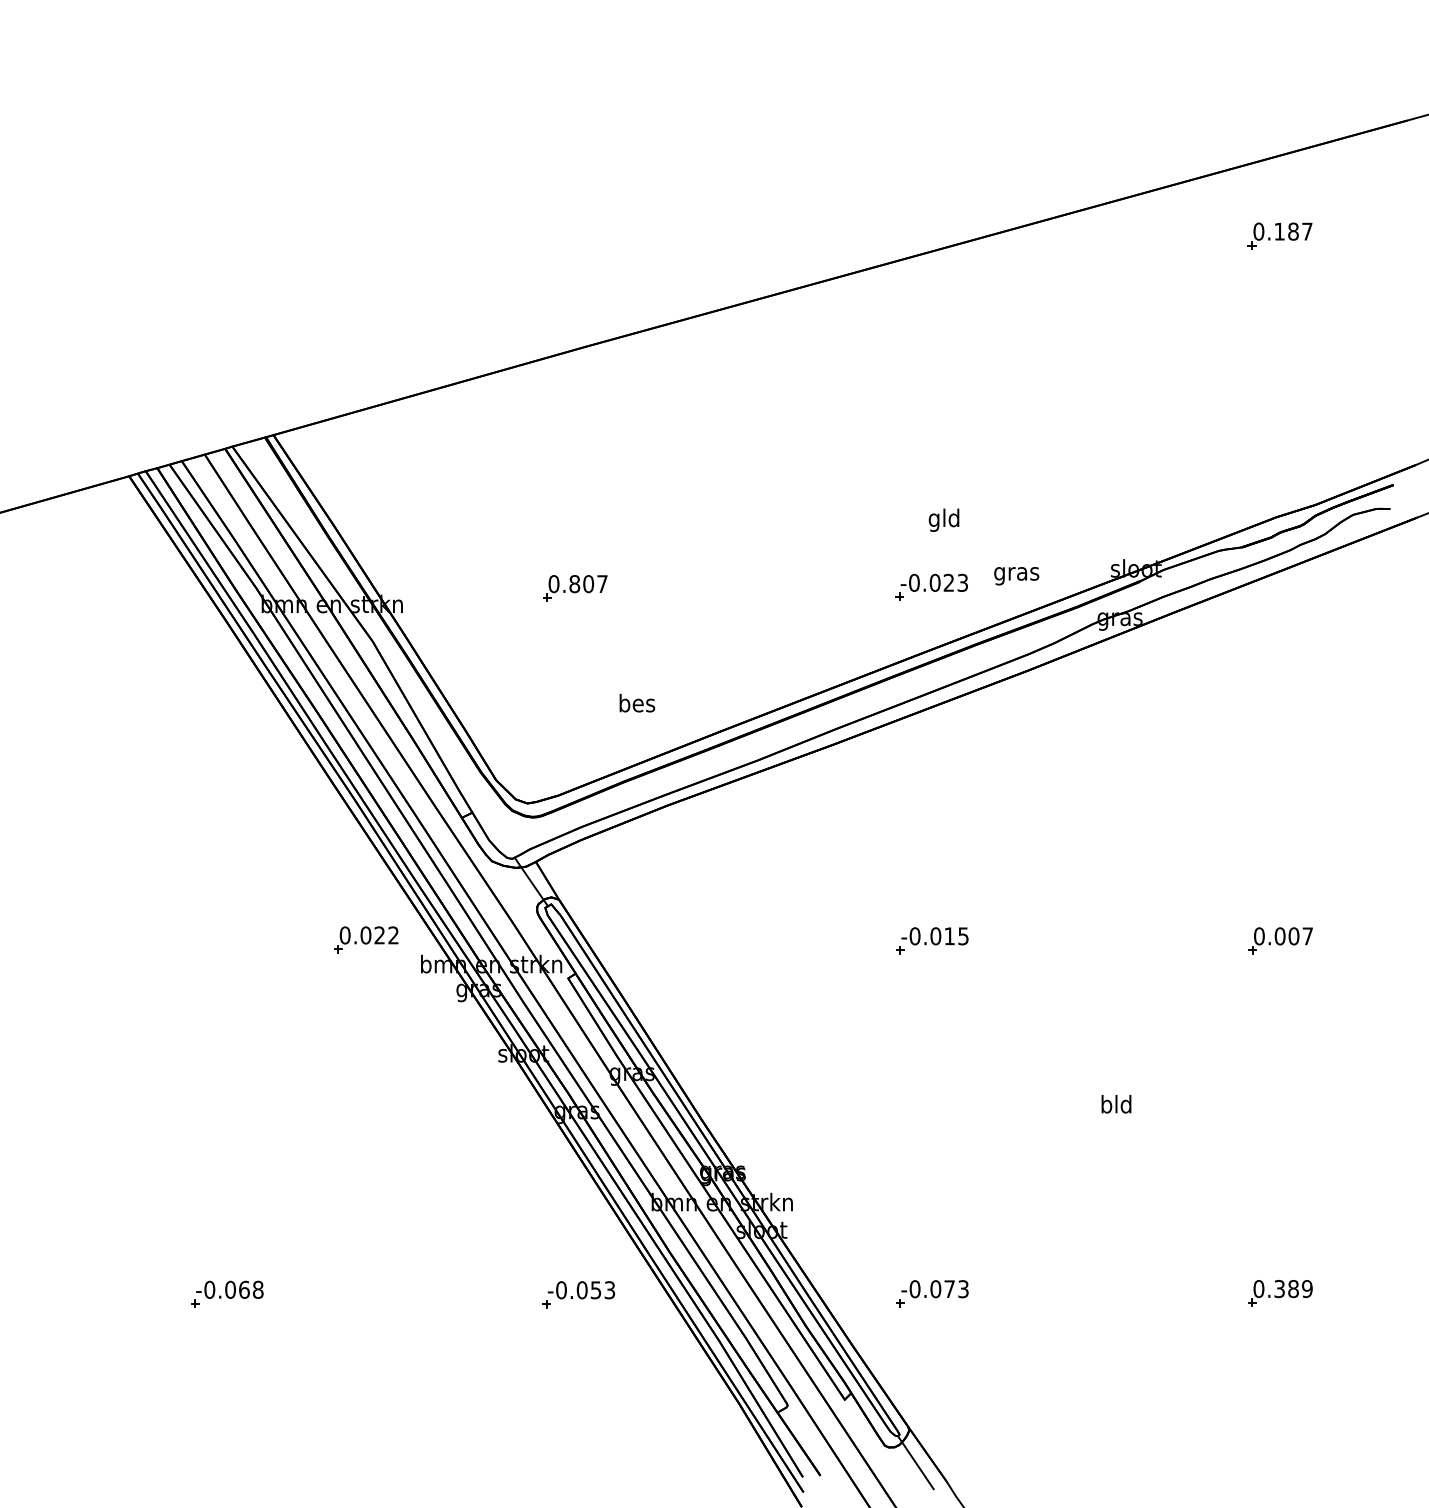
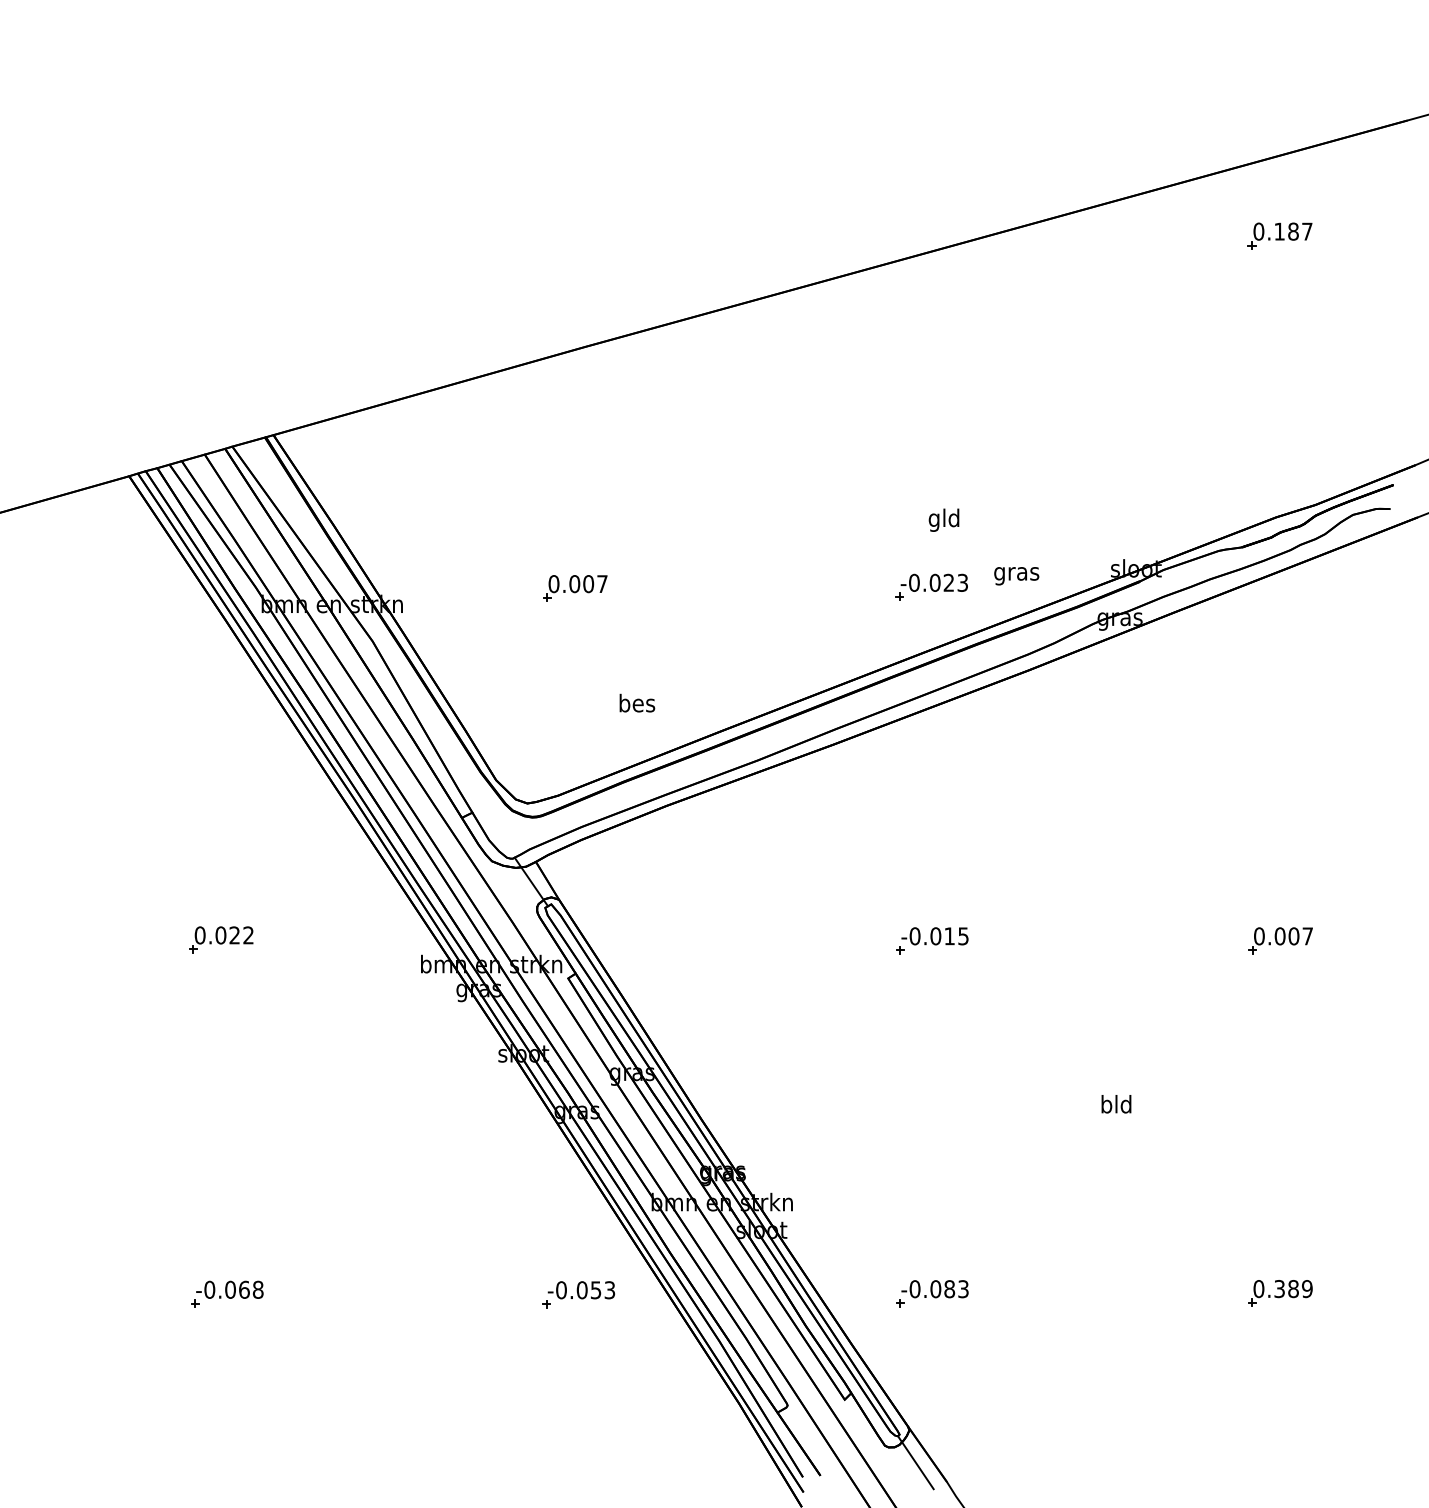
text at (574, 583): 0.807 -> 0.007
part at (366, 939) position: (366, 939) -> (221, 939)
text at (949, 1289): -0.073 -> -0.083
